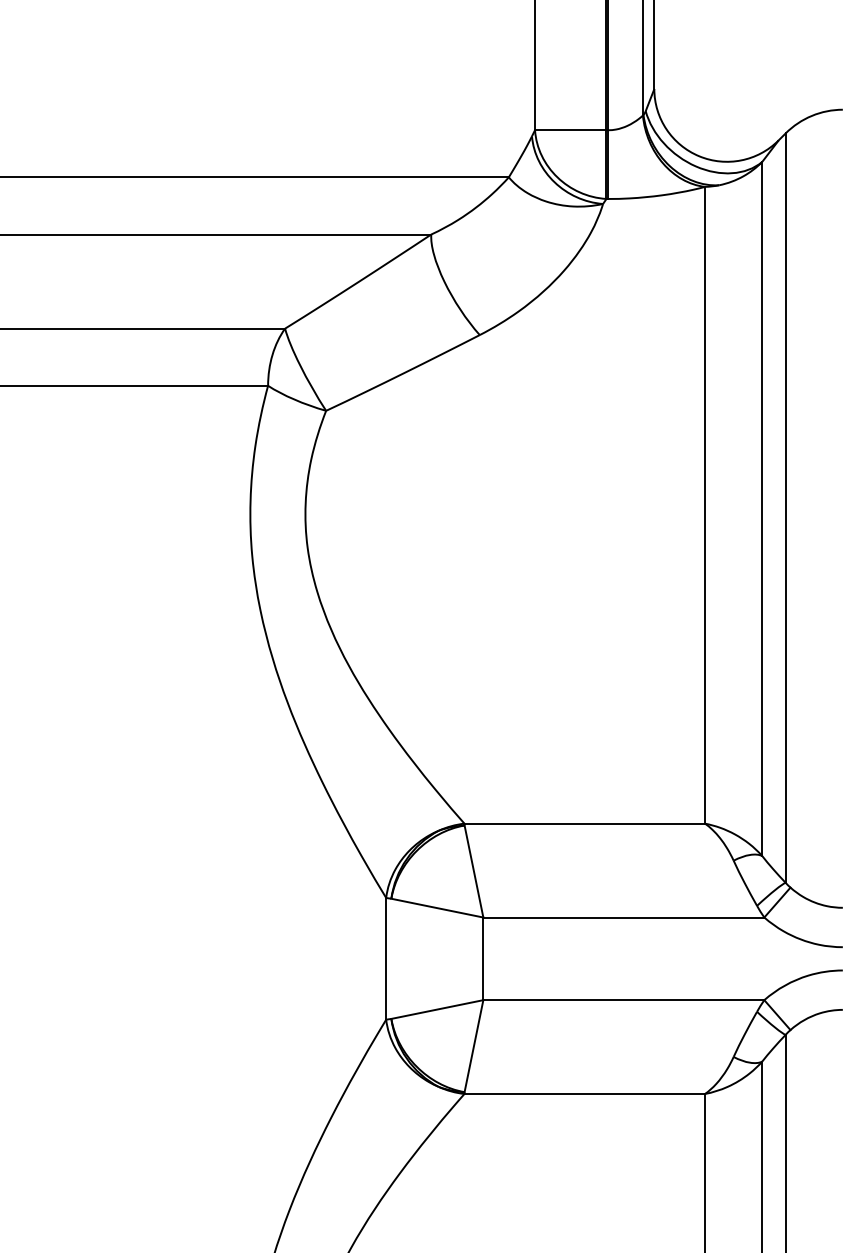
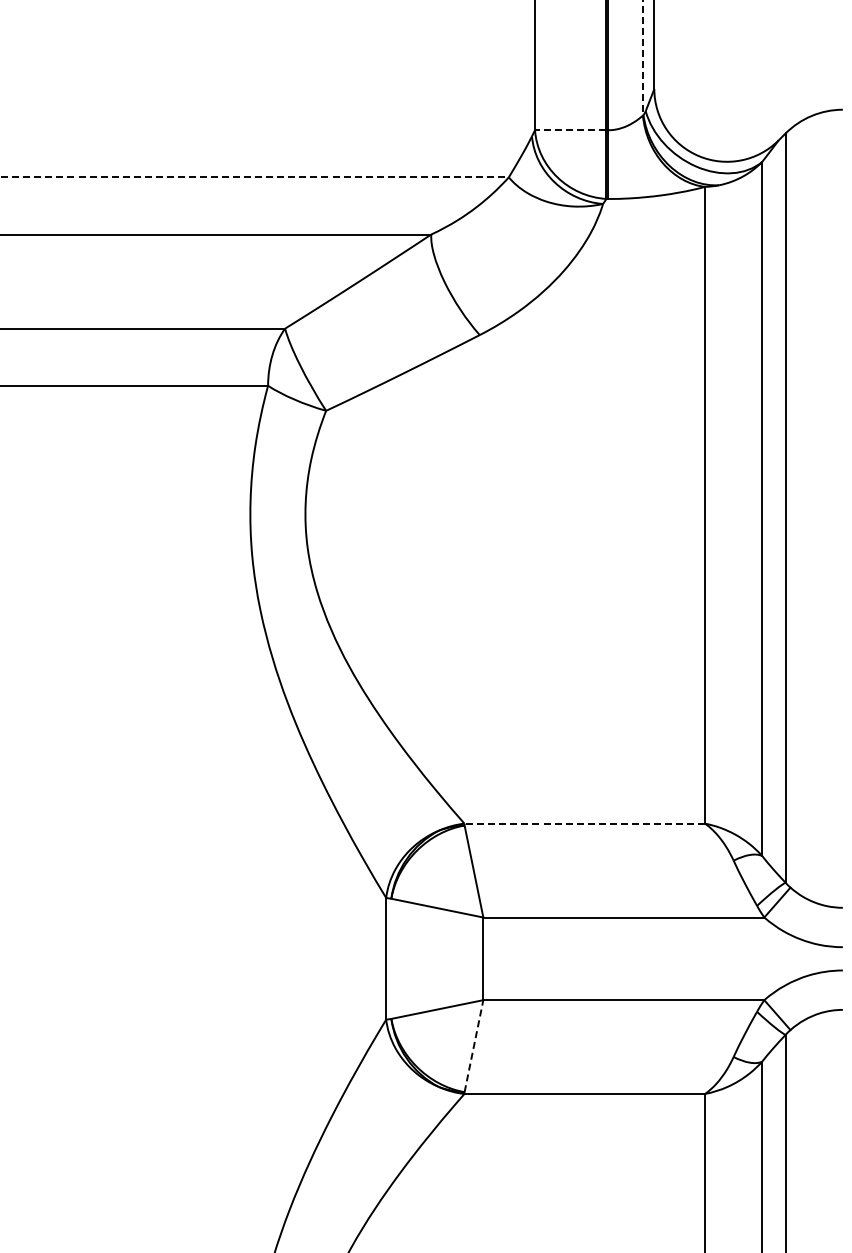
line at (643, 58): solid -> dashed
line at (570, 130): solid -> dashed
line at (254, 177): solid -> dashed
line at (584, 823): solid -> dashed
line at (473, 1046): solid -> dashed
